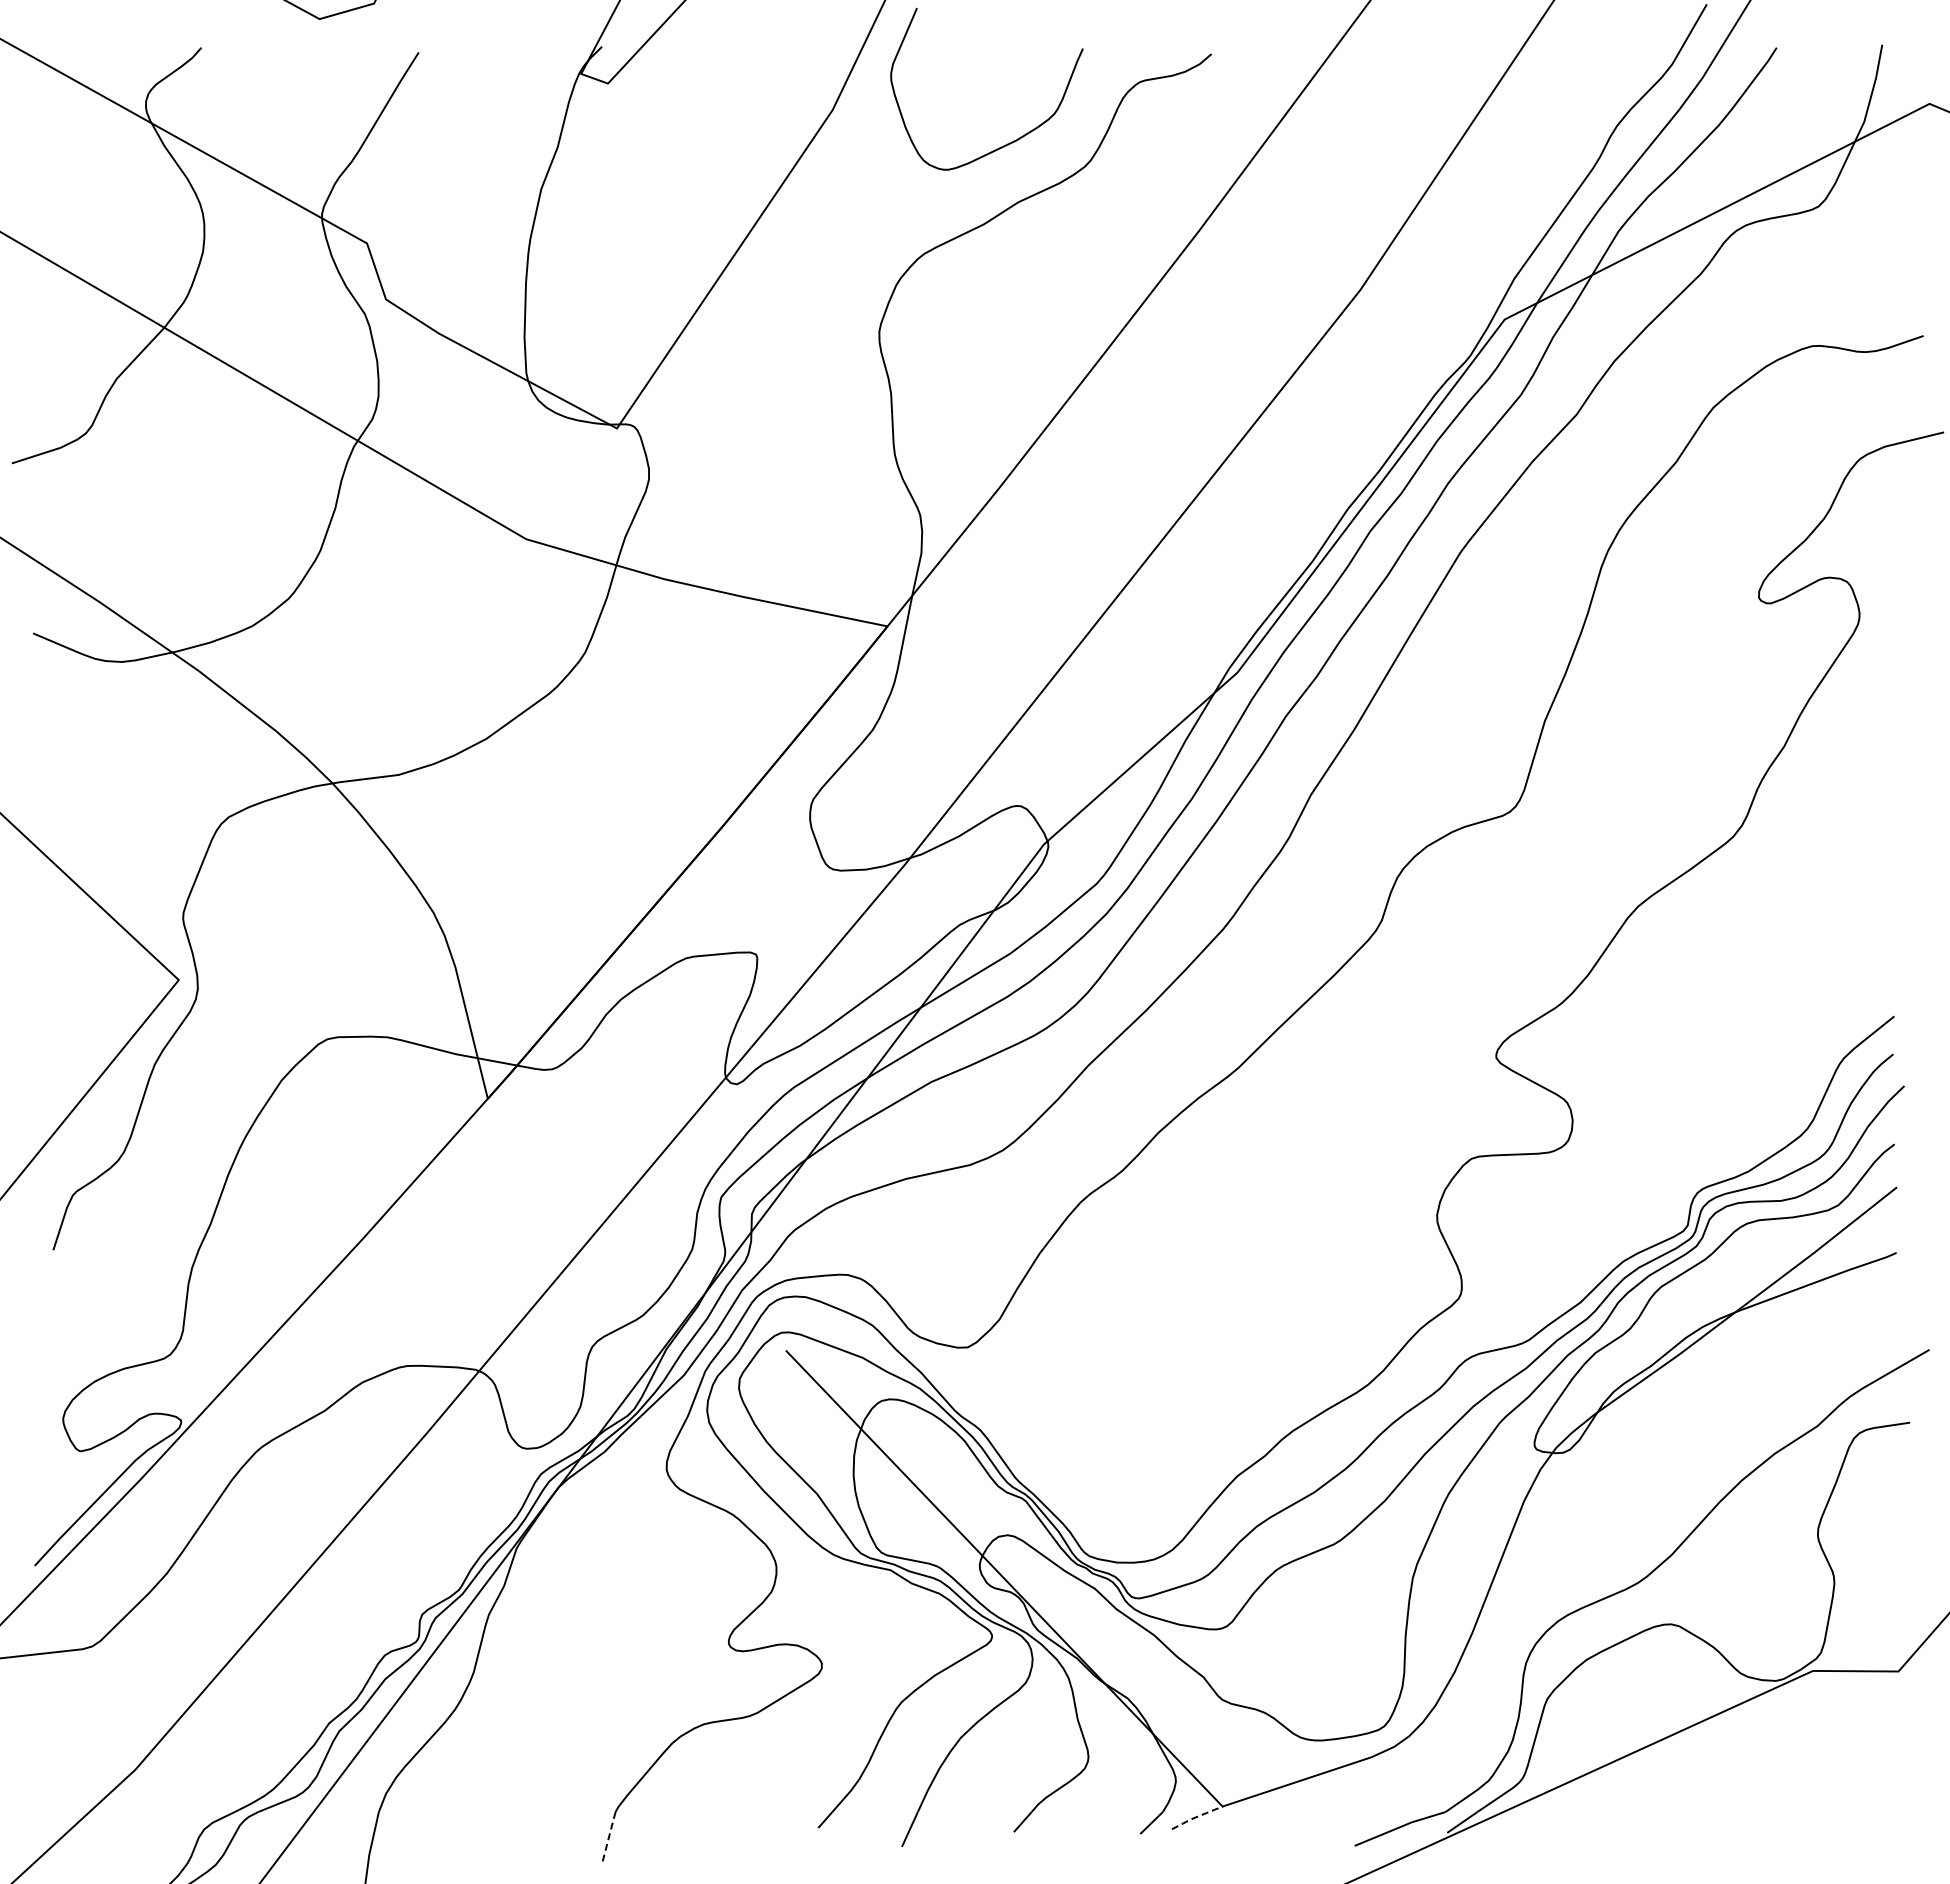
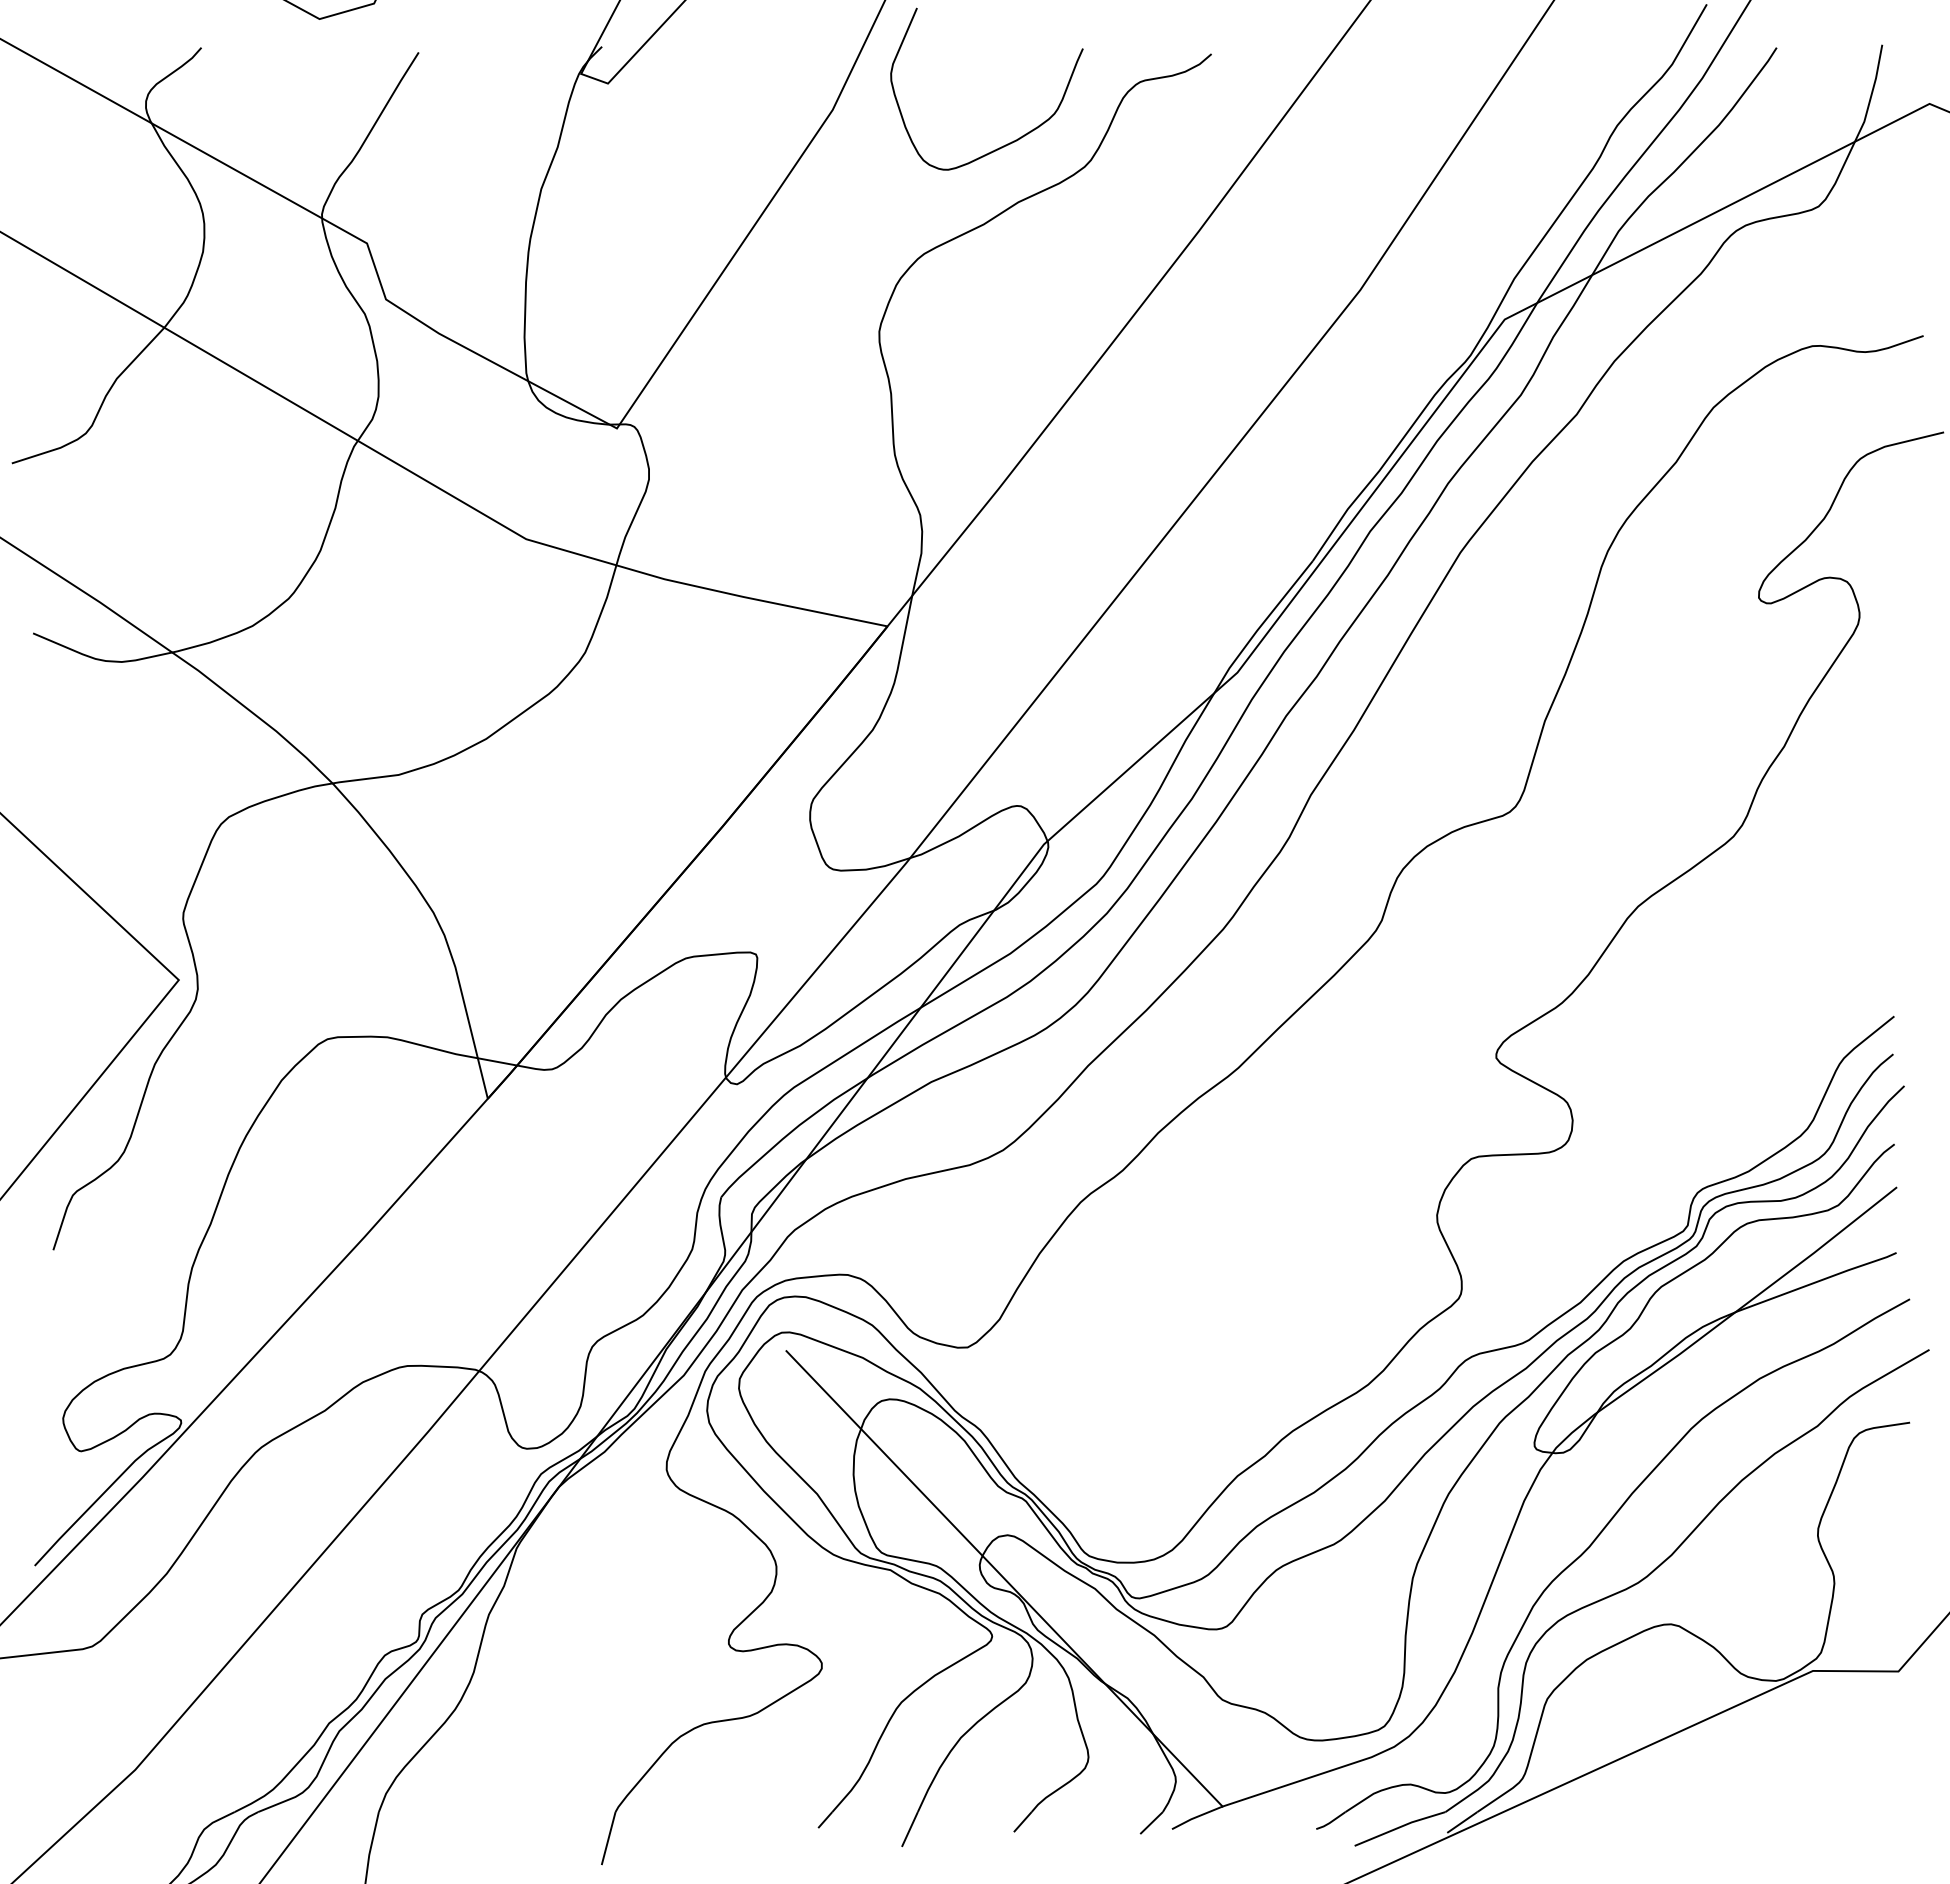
part at (1590, 1547): none -> present
line at (1196, 1817): dashed -> solid
line at (608, 1839): dashed -> solid
